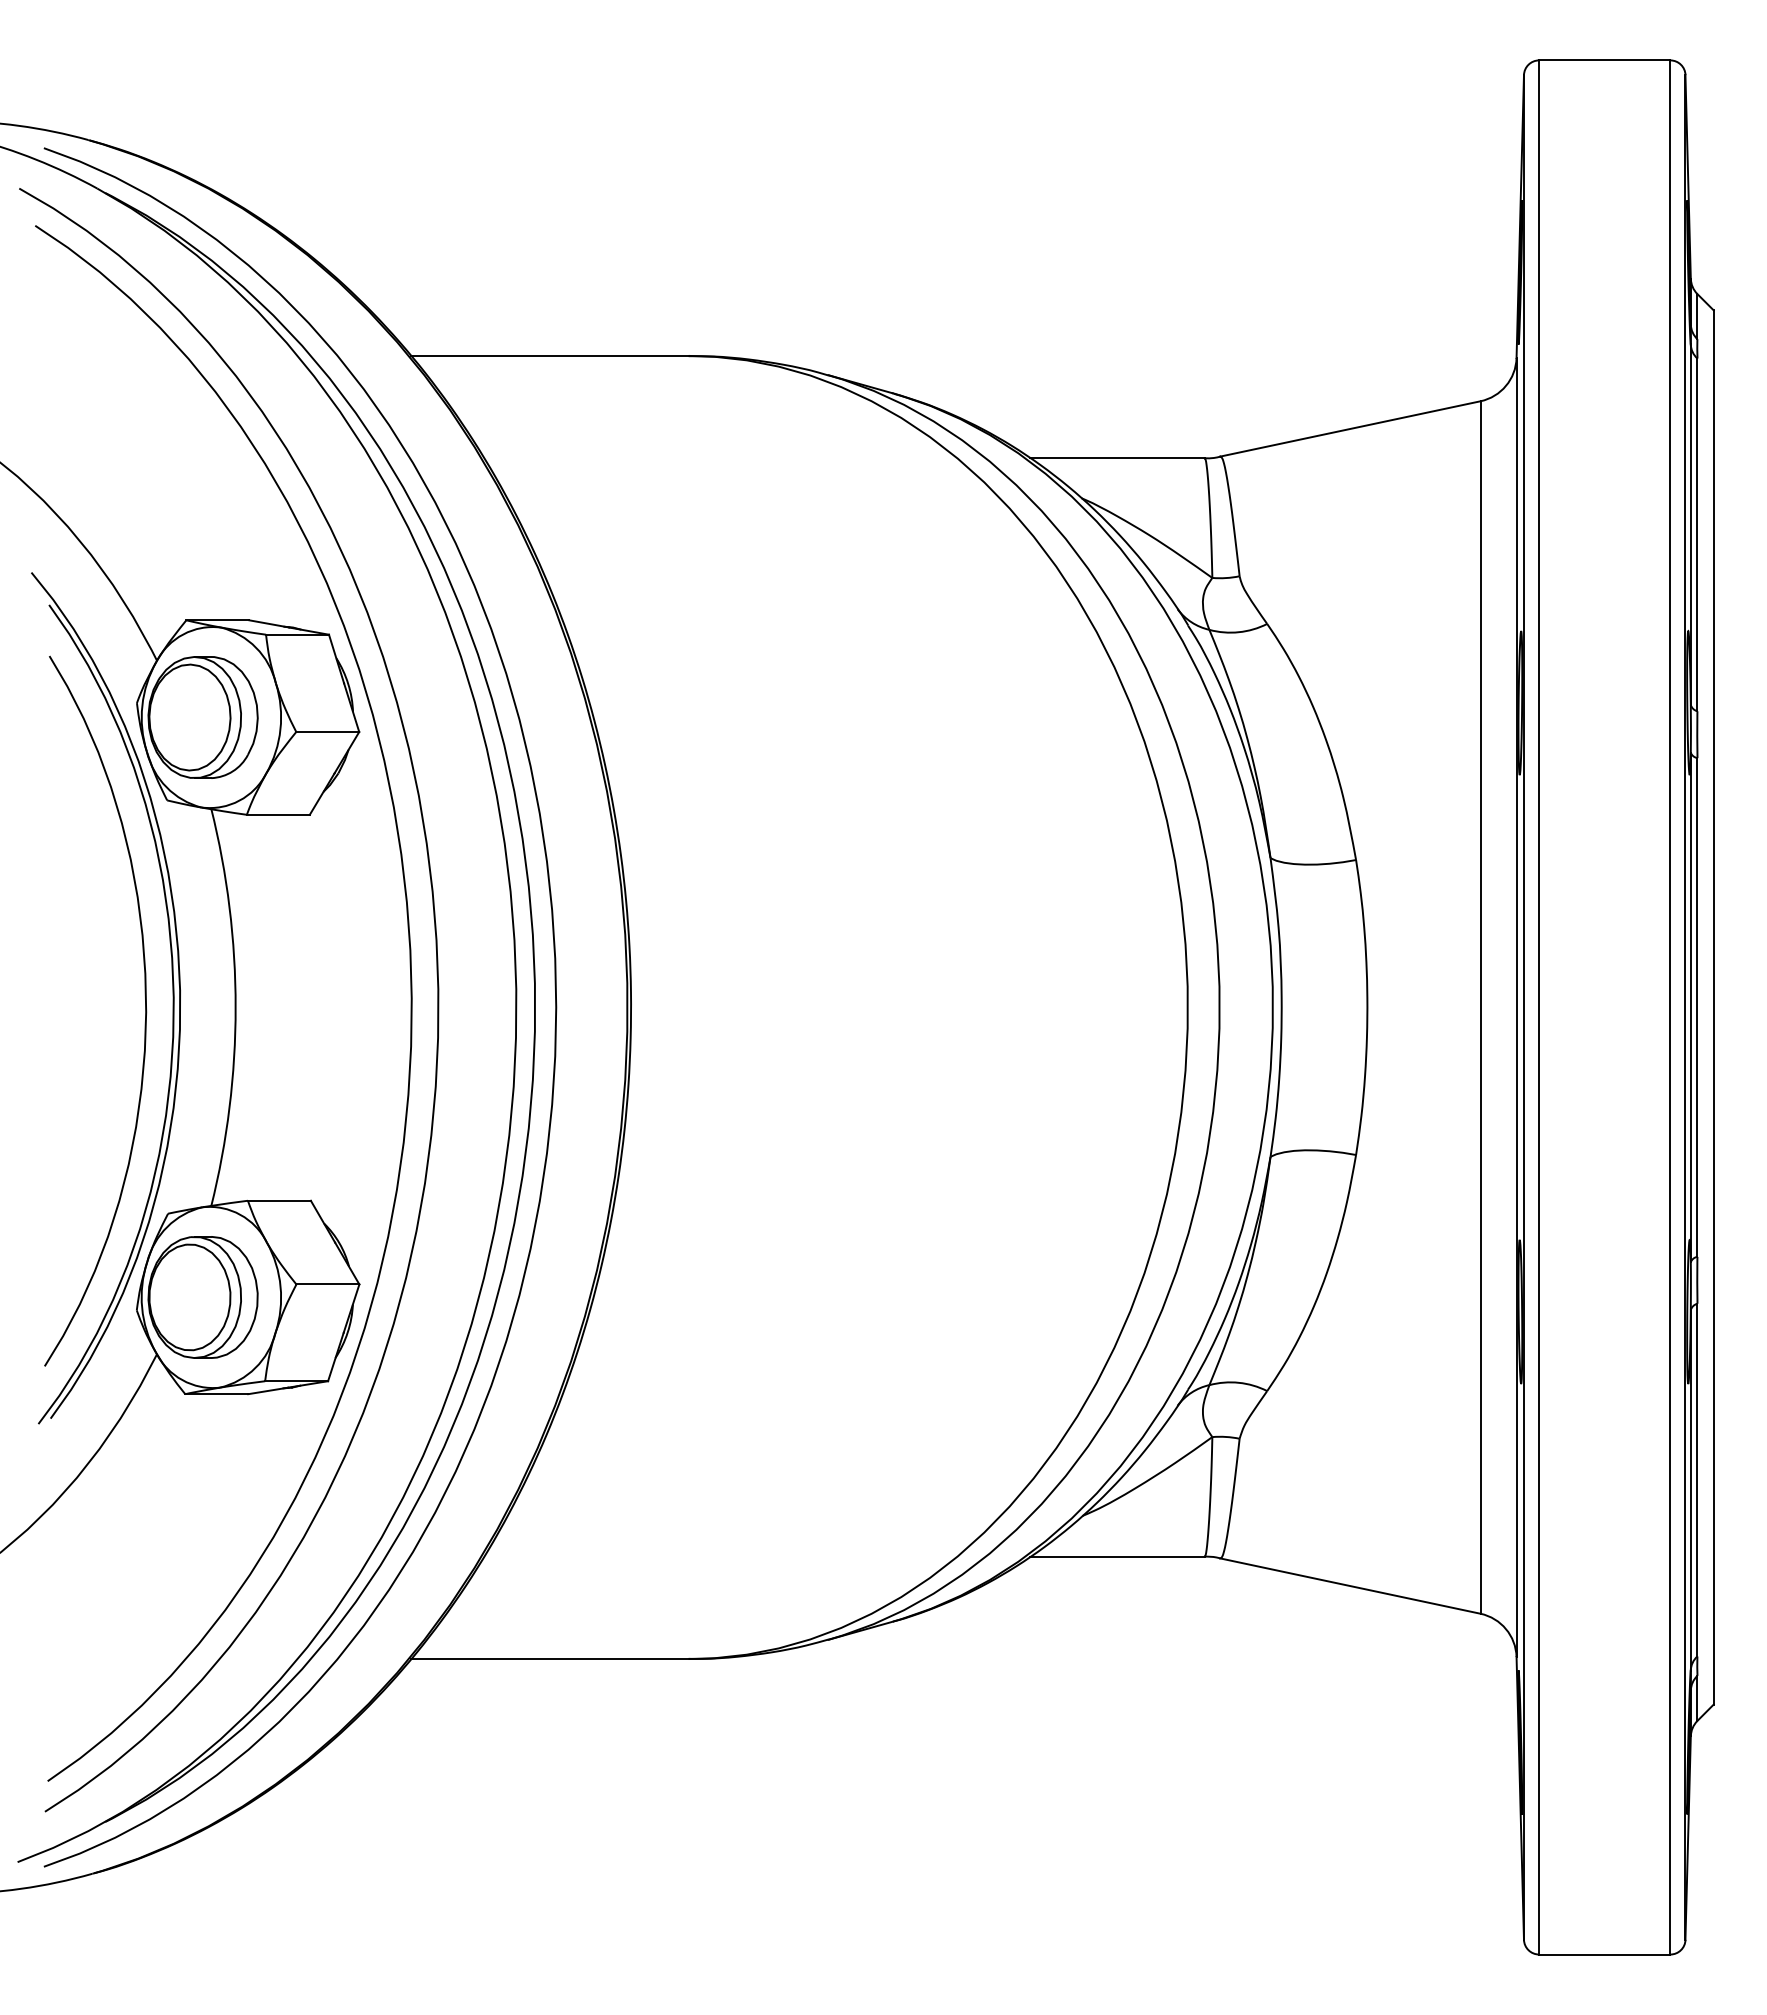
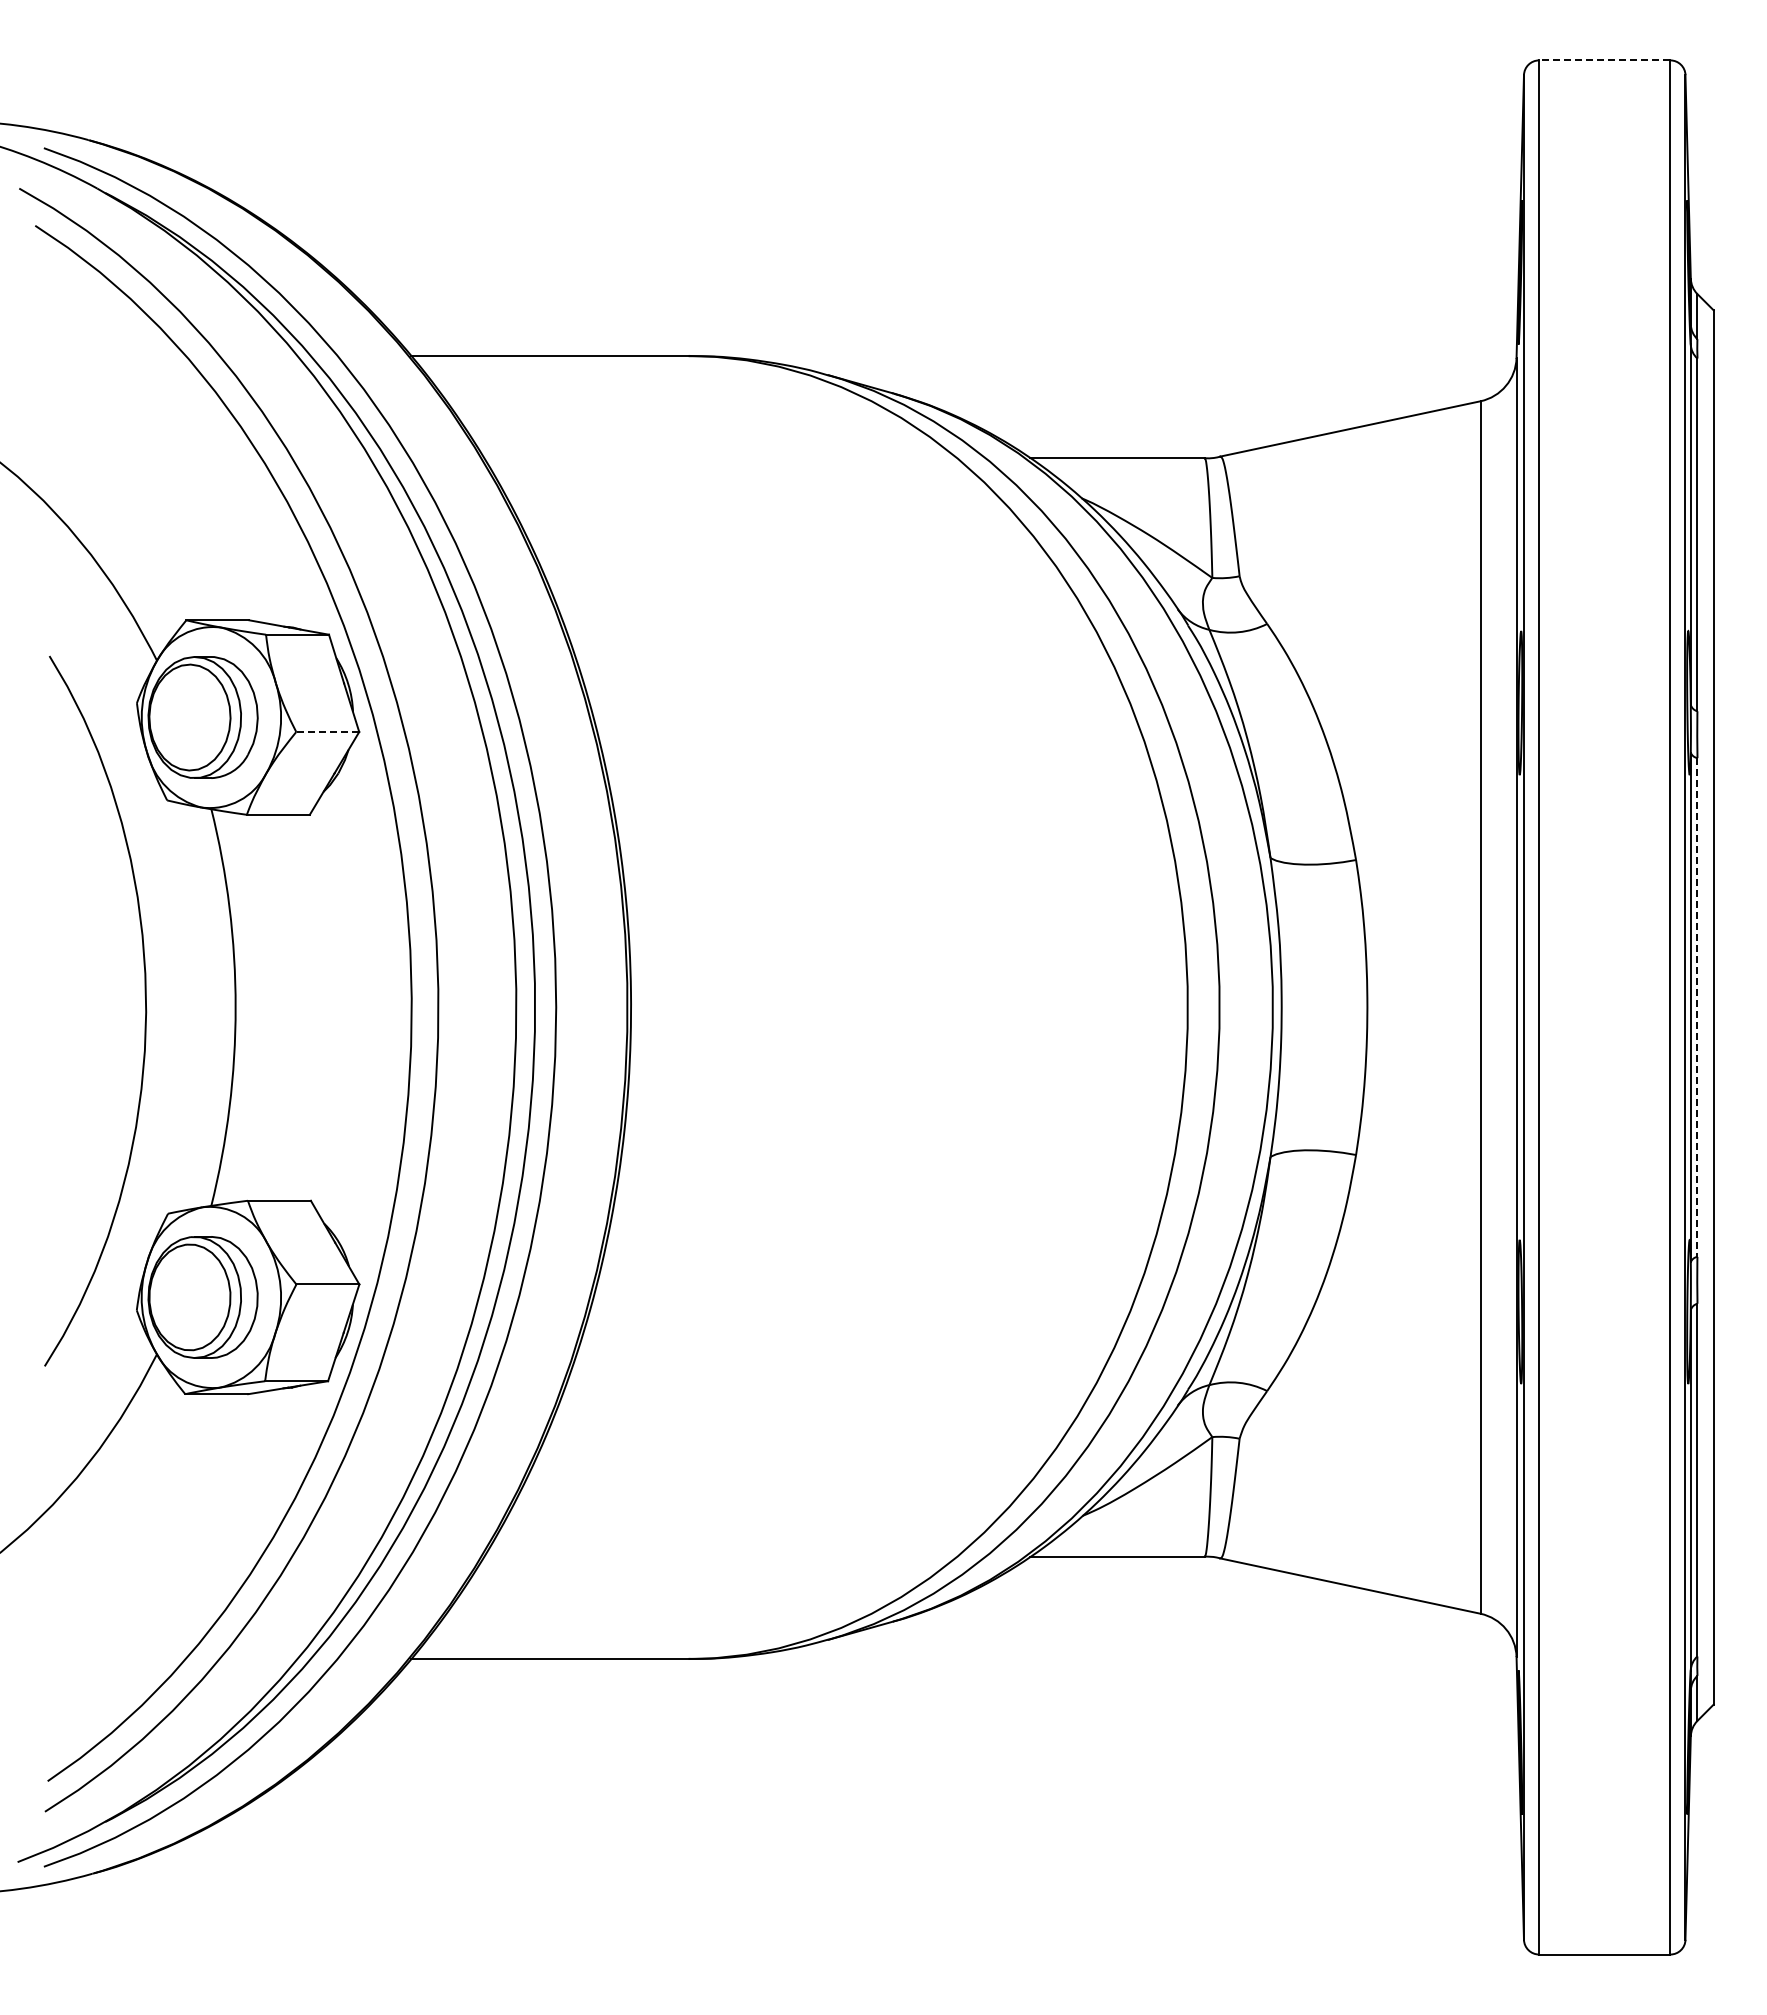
line at (1604, 60): solid -> dashed
line at (327, 732): solid -> dashed
part at (172, 998): present -> none
line at (1697, 1008): solid -> dashed
